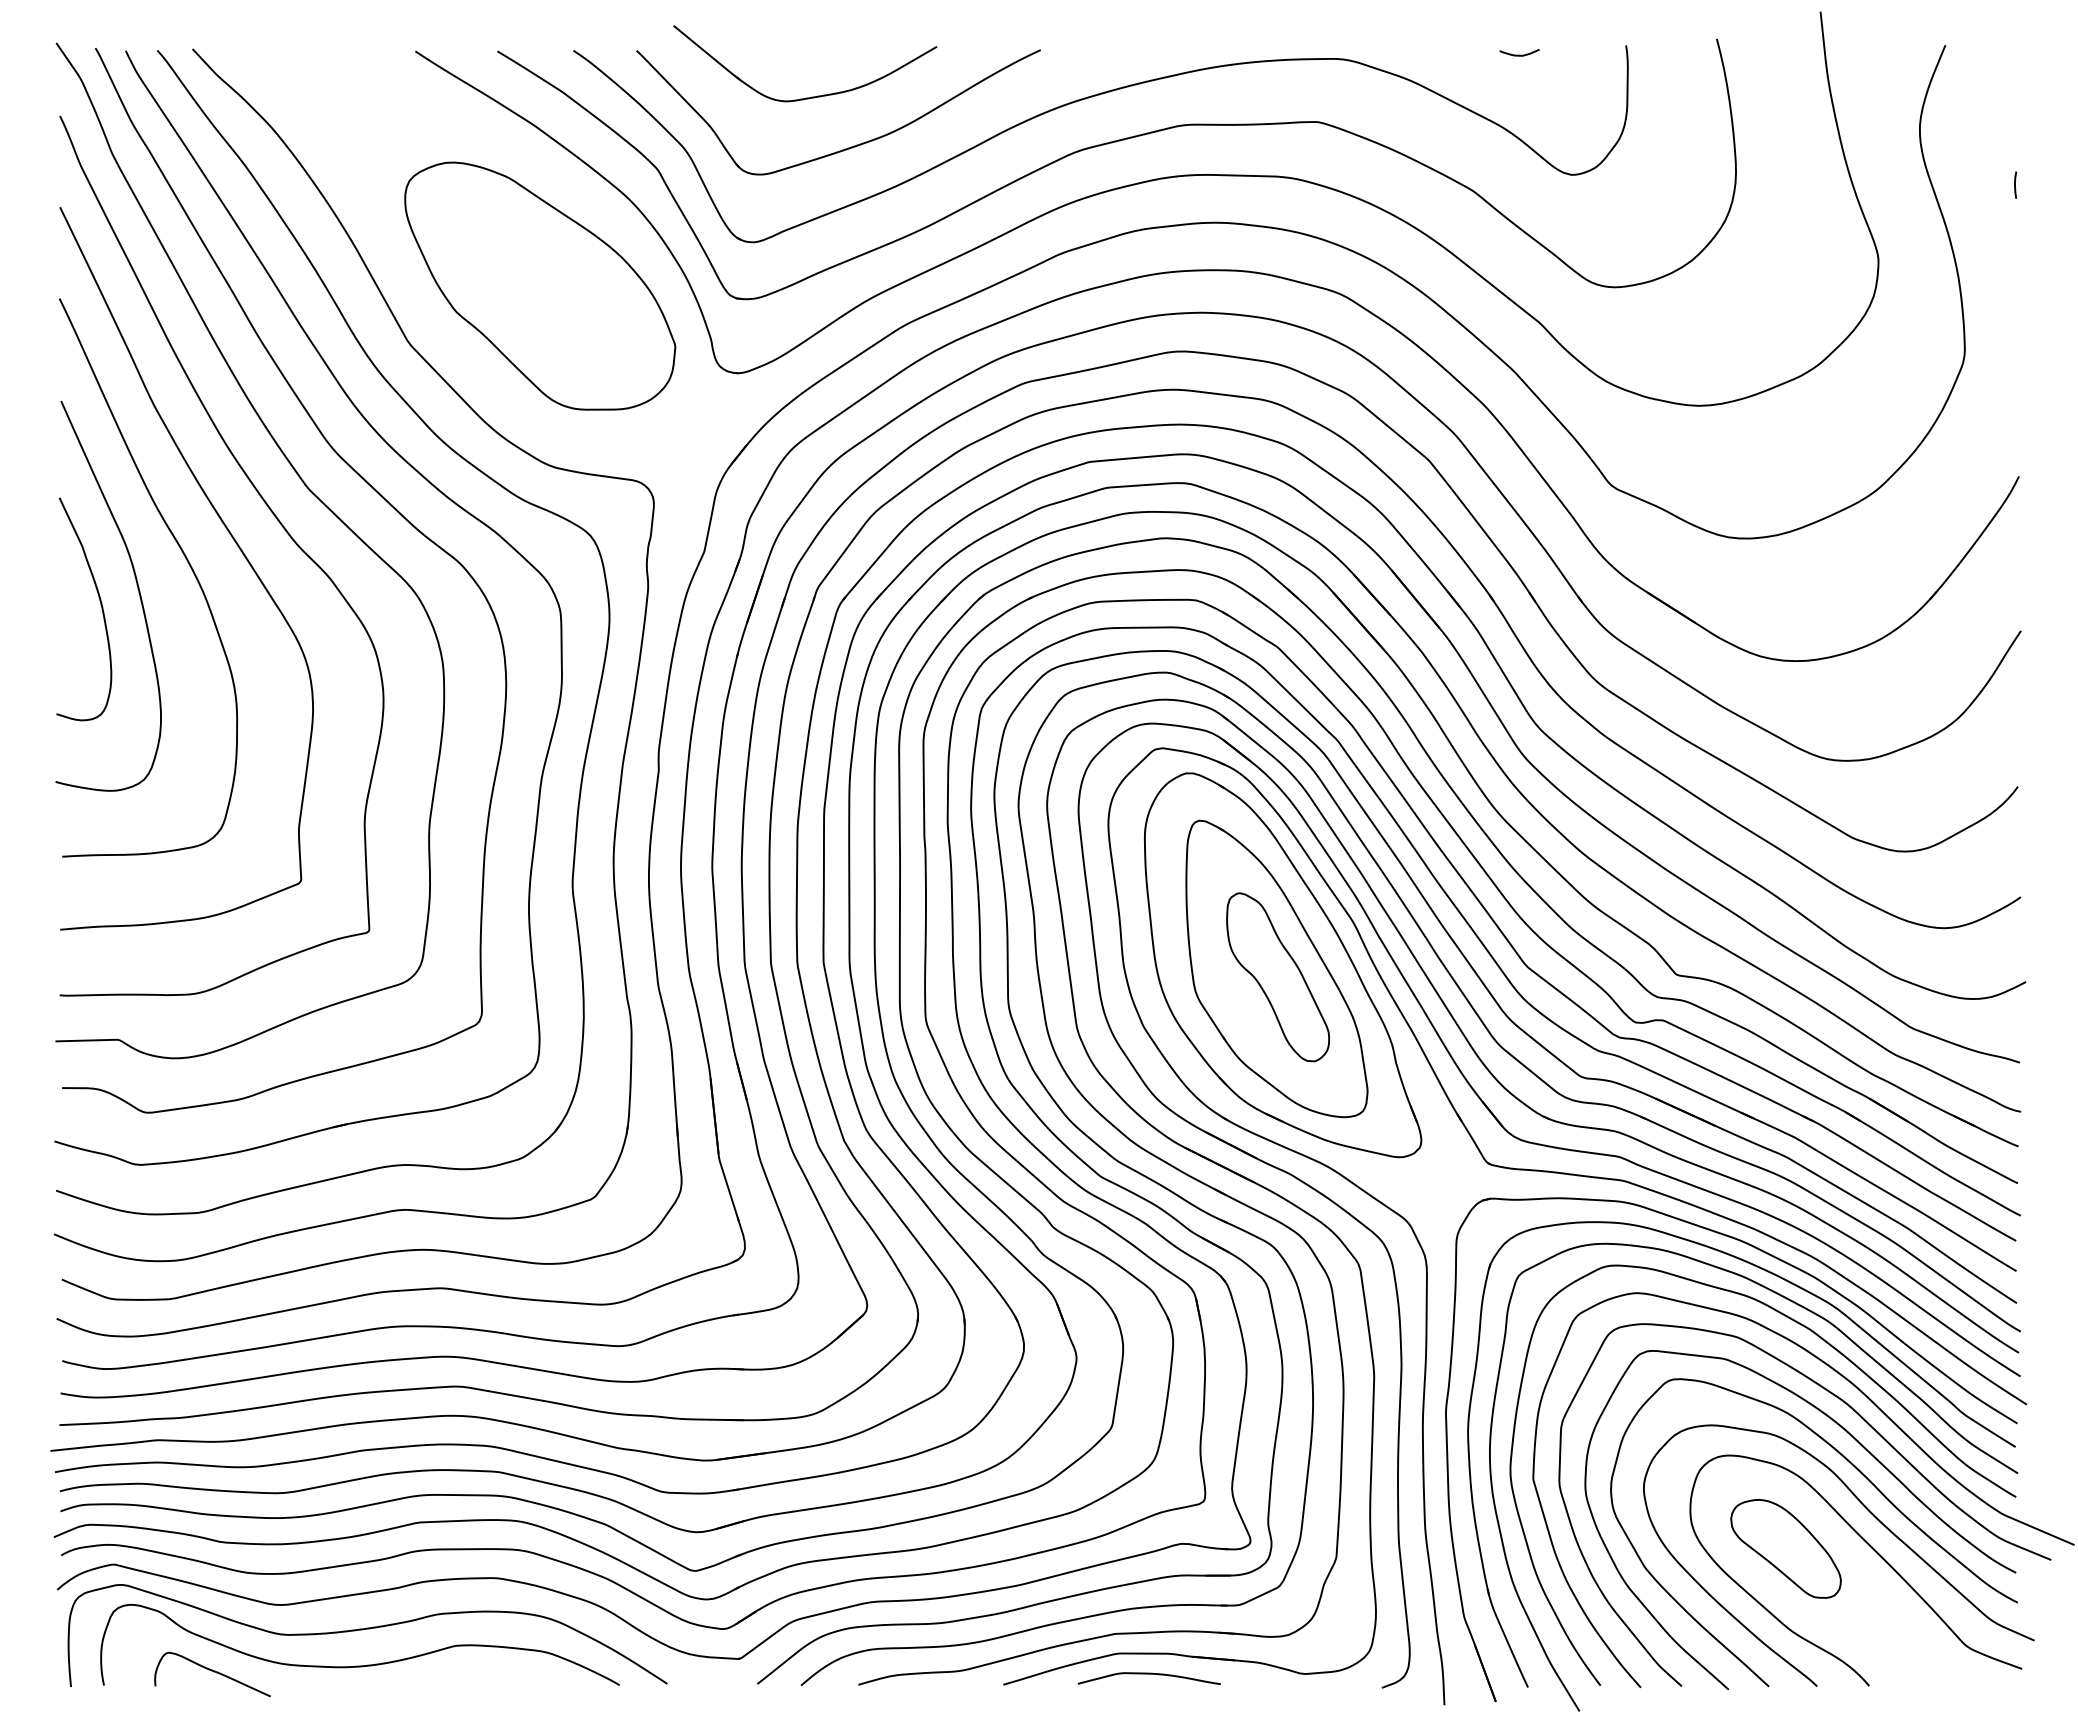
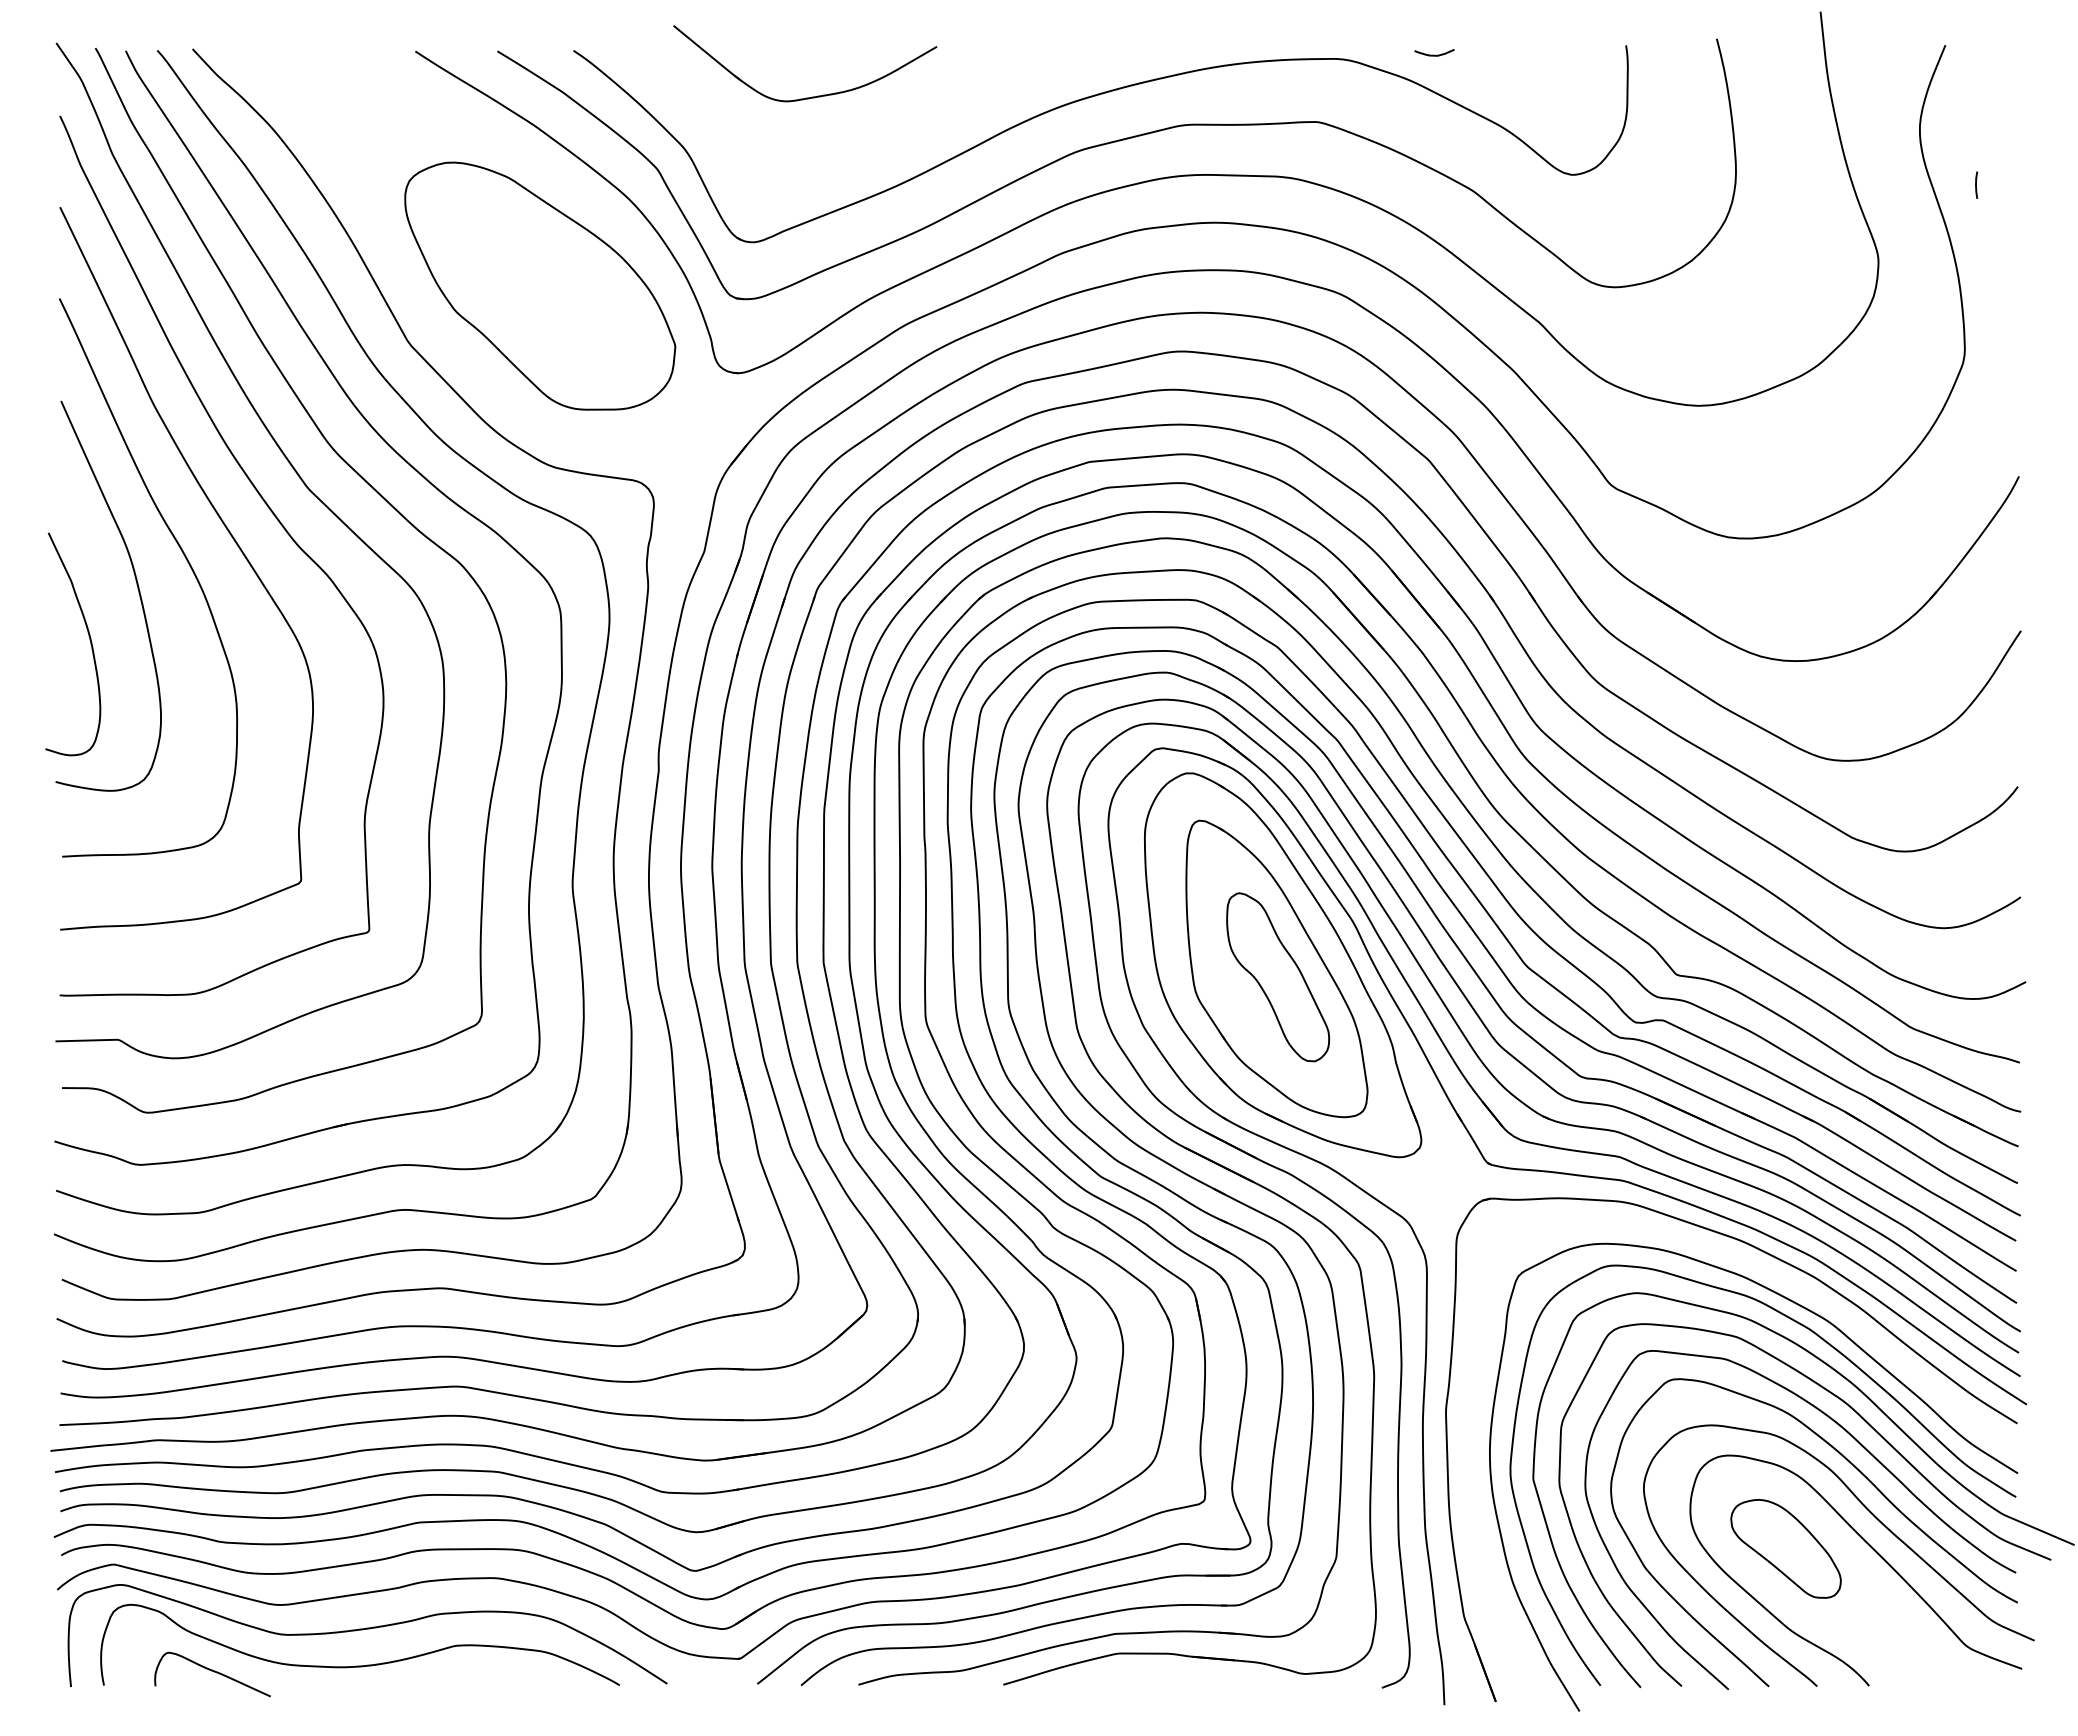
curve at (1519, 54) position: (1519, 54) -> (1434, 54)
part at (851, 146): present -> none
line at (2015, 184) position: (2015, 184) -> (1976, 184)
curve at (100, 605) position: (100, 605) -> (89, 640)
part at (1853, 1323): present -> none
curve at (1148, 1674): present -> none
